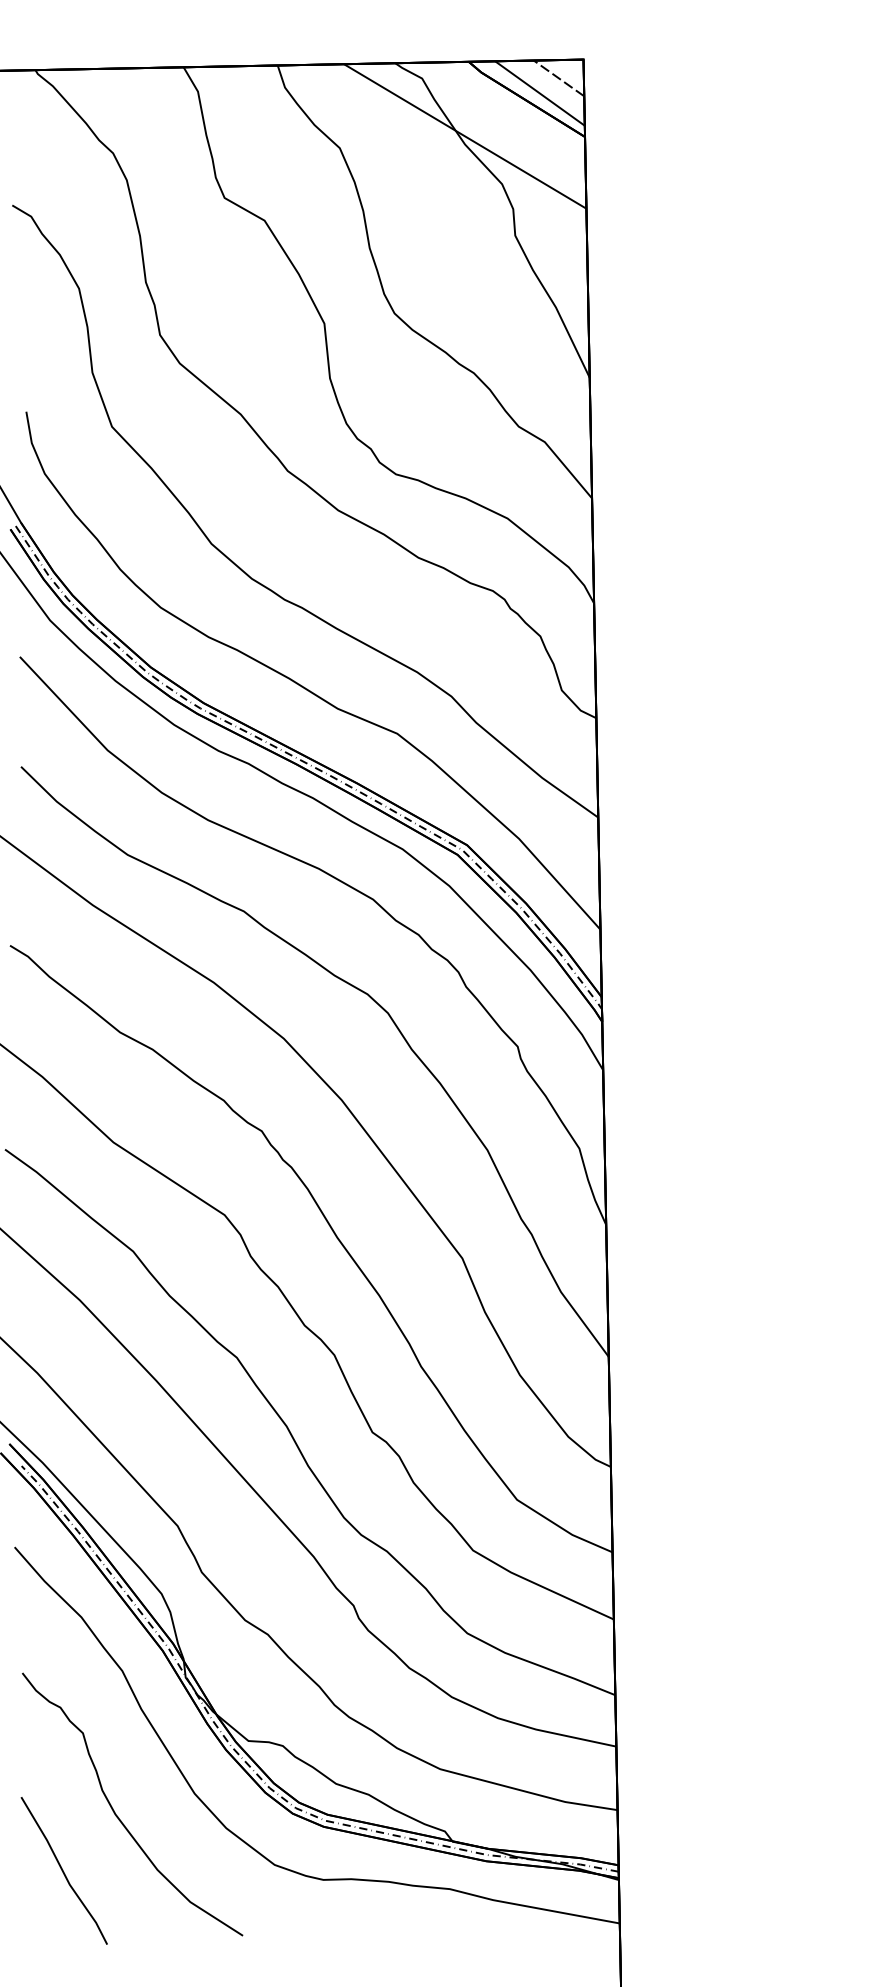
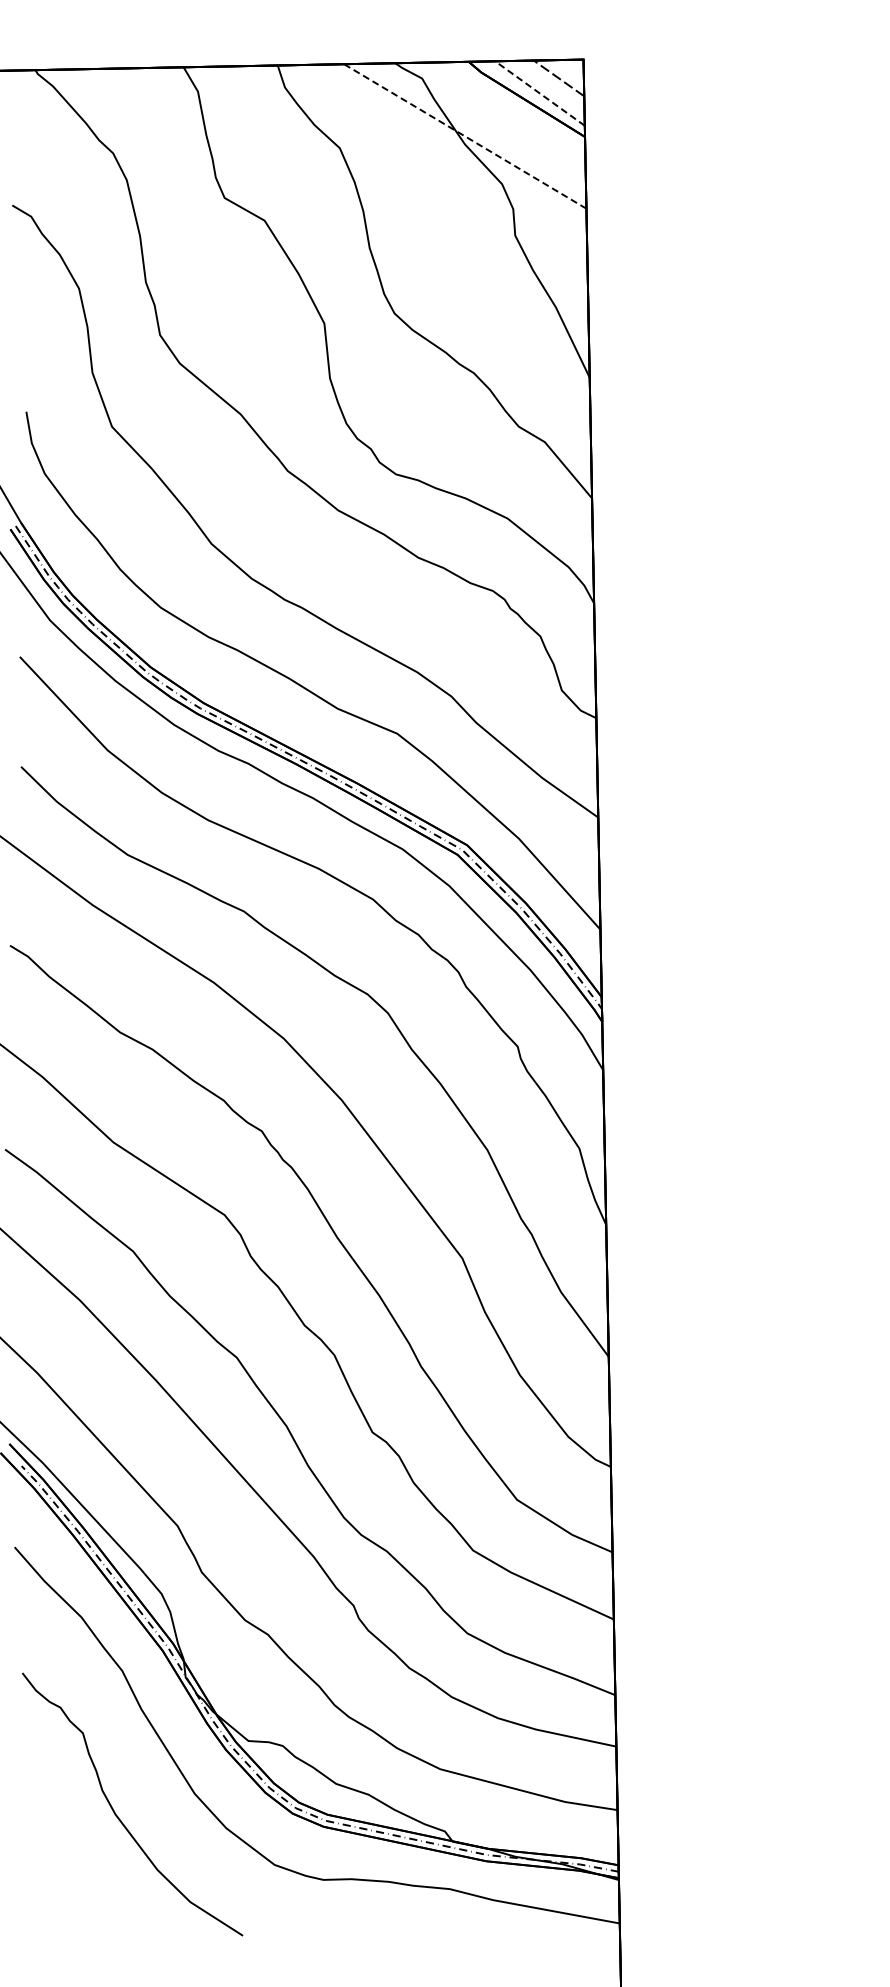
line at (539, 93): solid -> dashed
line at (464, 136): solid -> dashed
line at (63, 1870): present -> none
